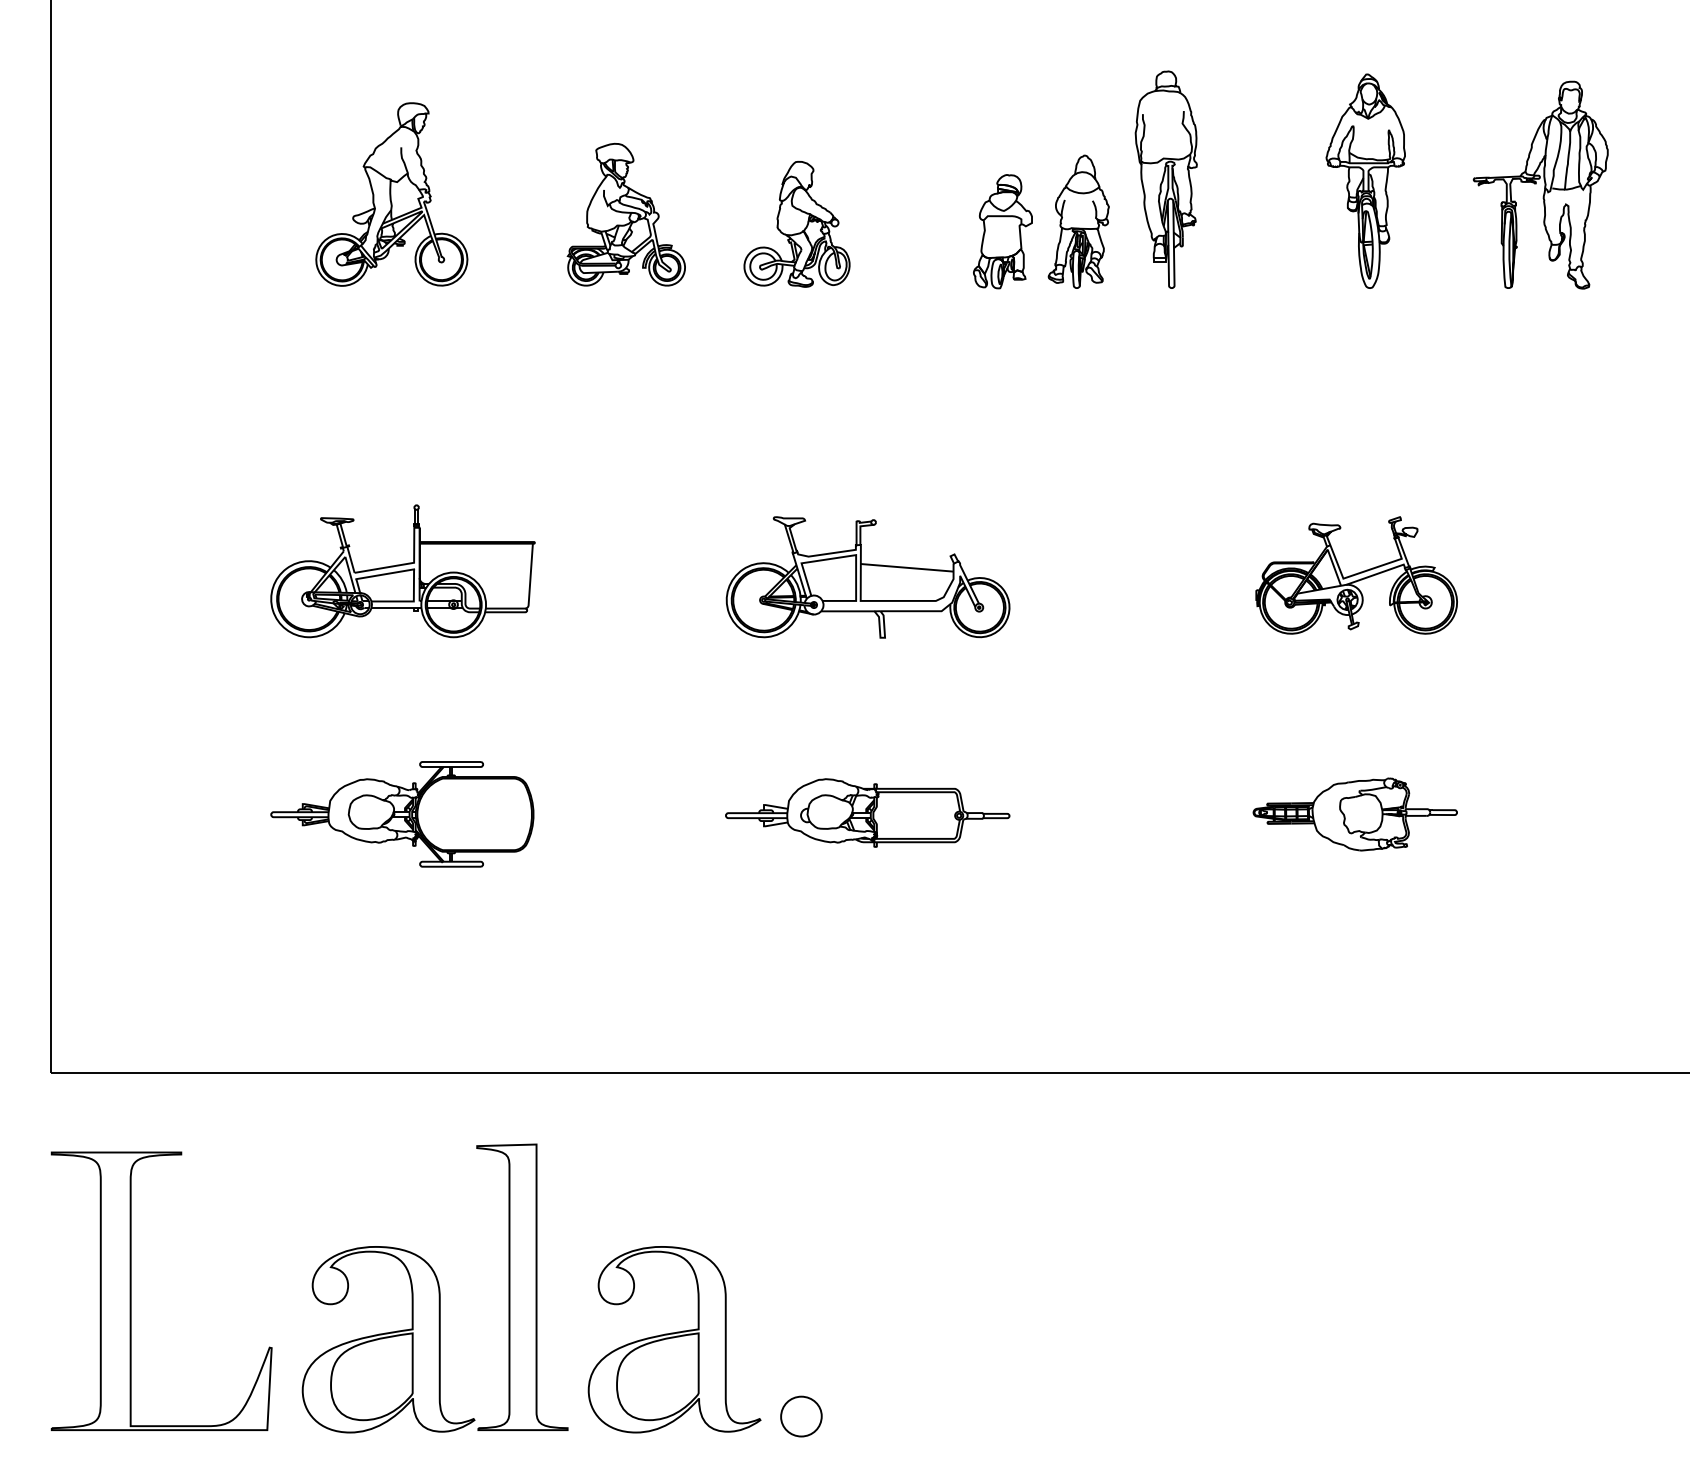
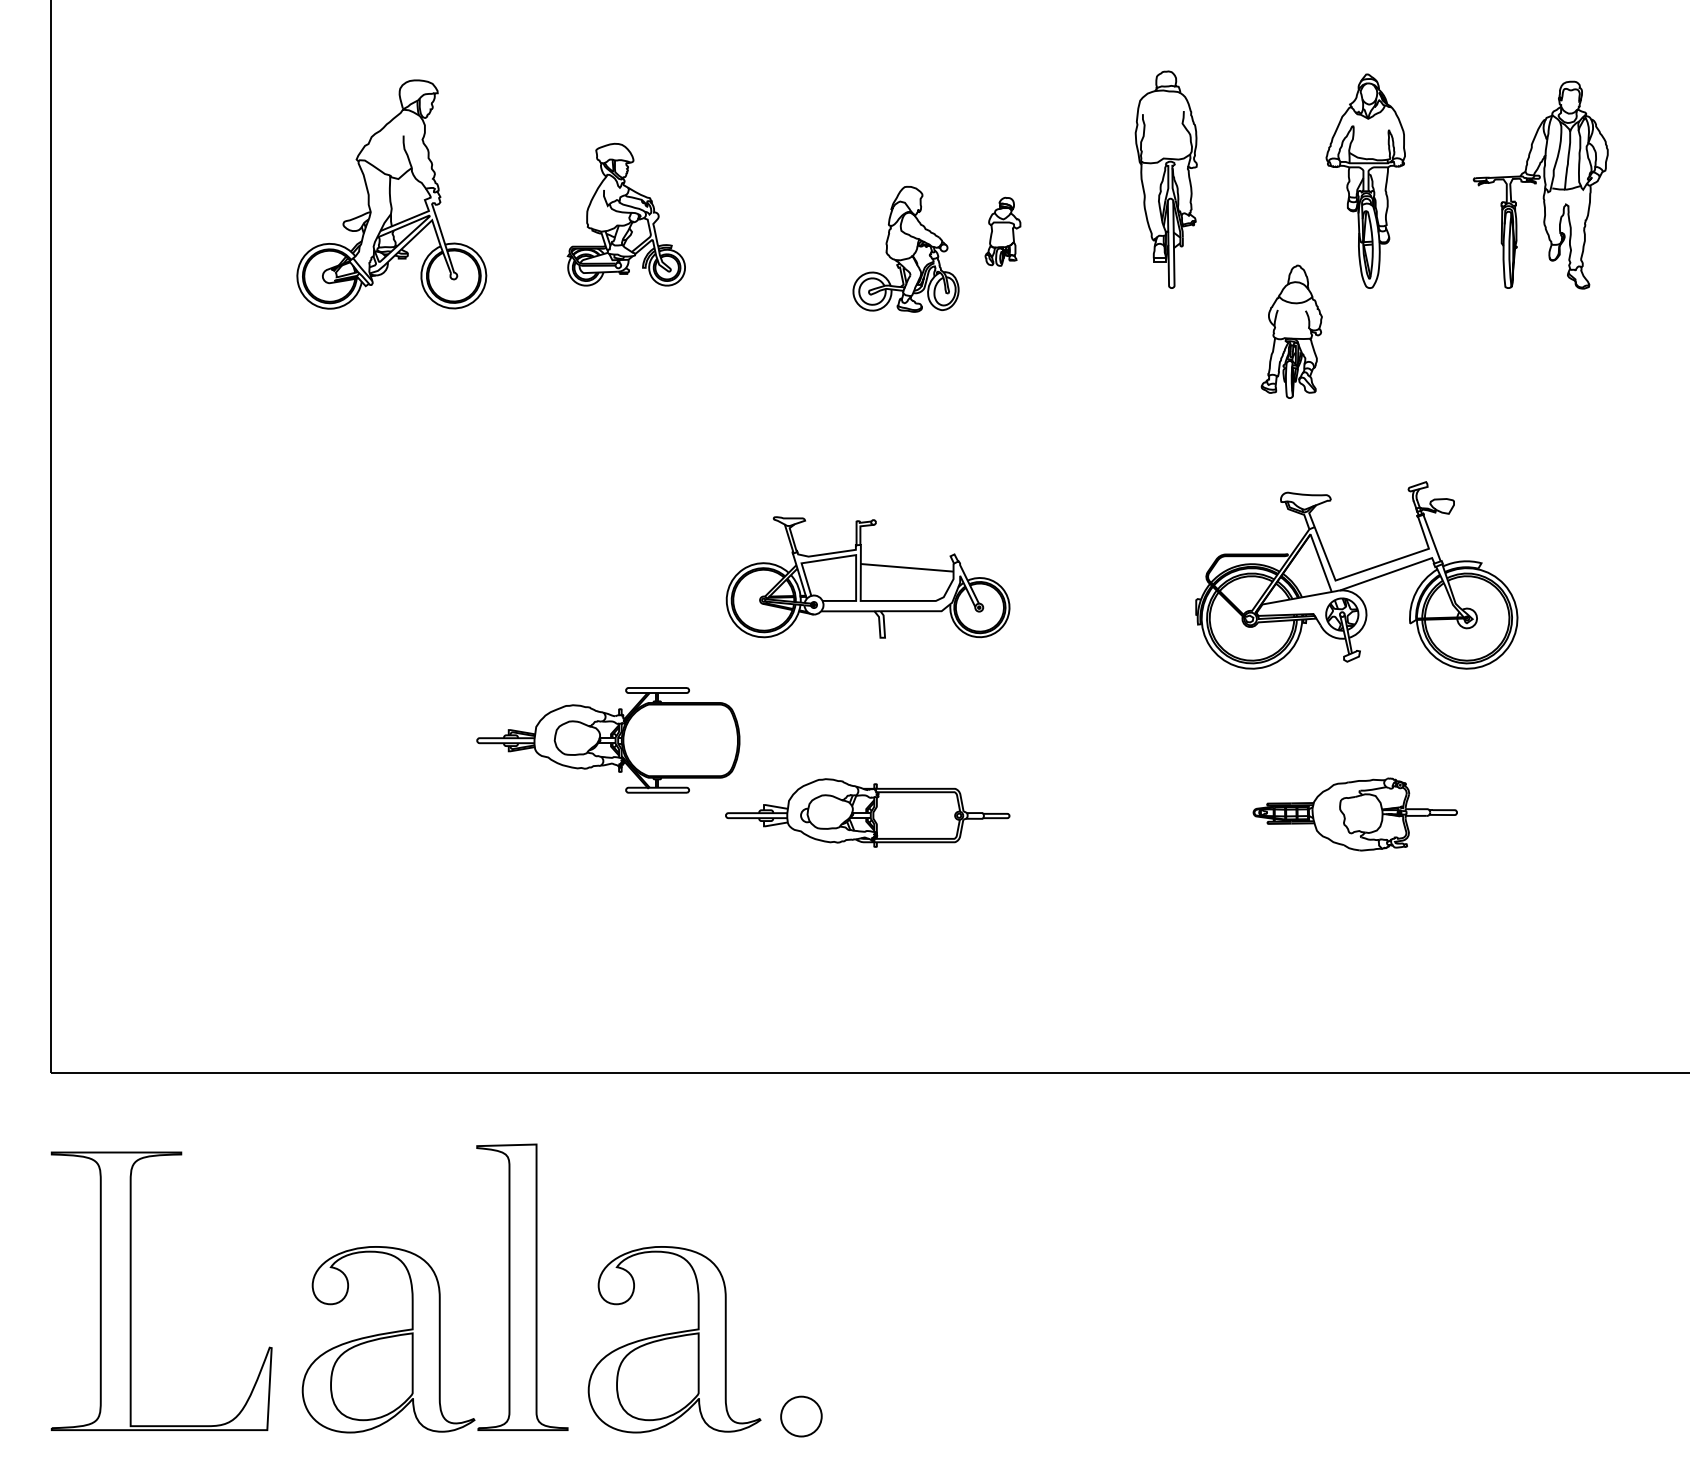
part at (391, 194) size: 154x185 px -> 192x231 px
part at (1078, 221) position: (1078, 221) -> (1291, 331)
part at (796, 224) position: (796, 224) -> (905, 249)
part at (1002, 231) size: 60x116 px -> 38x71 px
part at (402, 571): present -> none
part at (1356, 575) size: 203x119 px -> 324x189 px
part at (402, 814) position: (402, 814) -> (608, 740)
